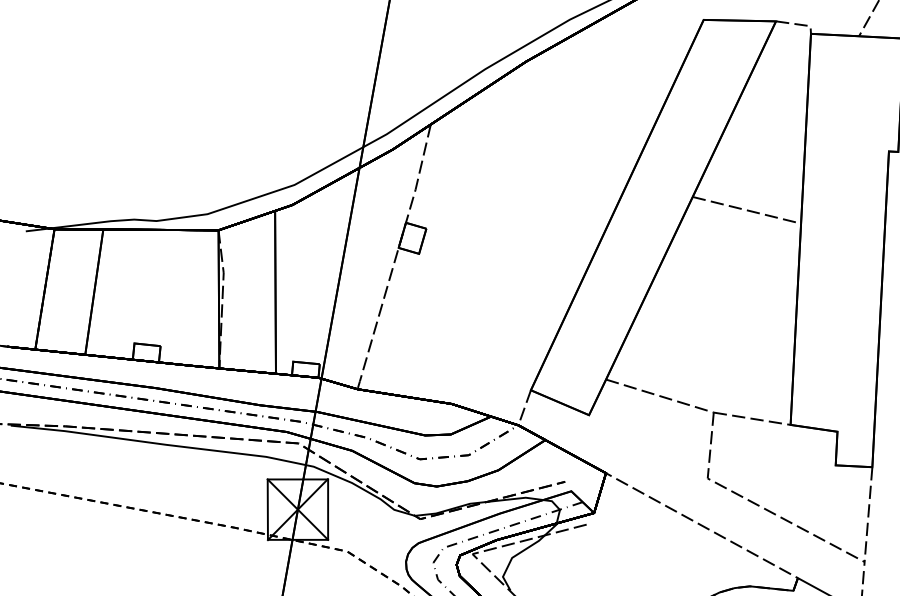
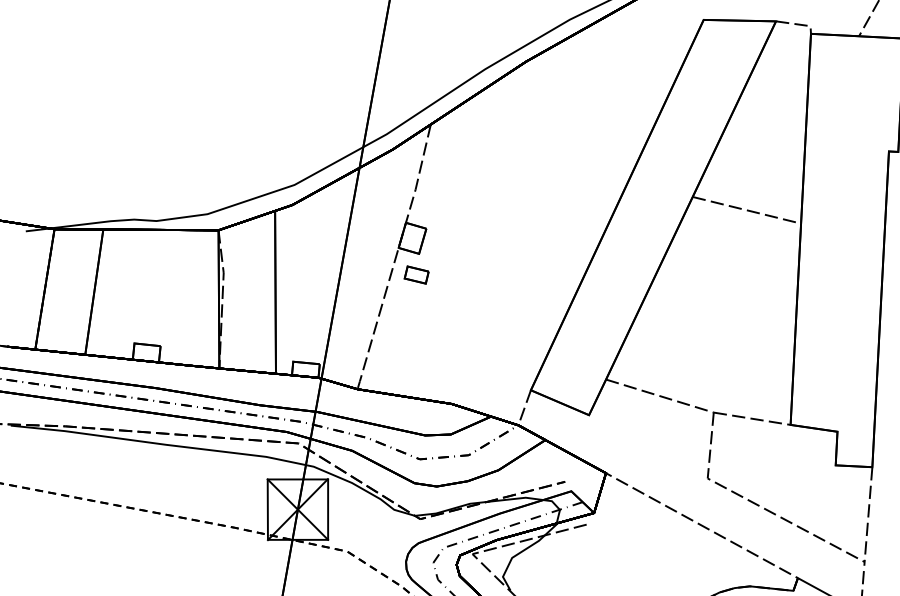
part at (416, 274): none -> present
